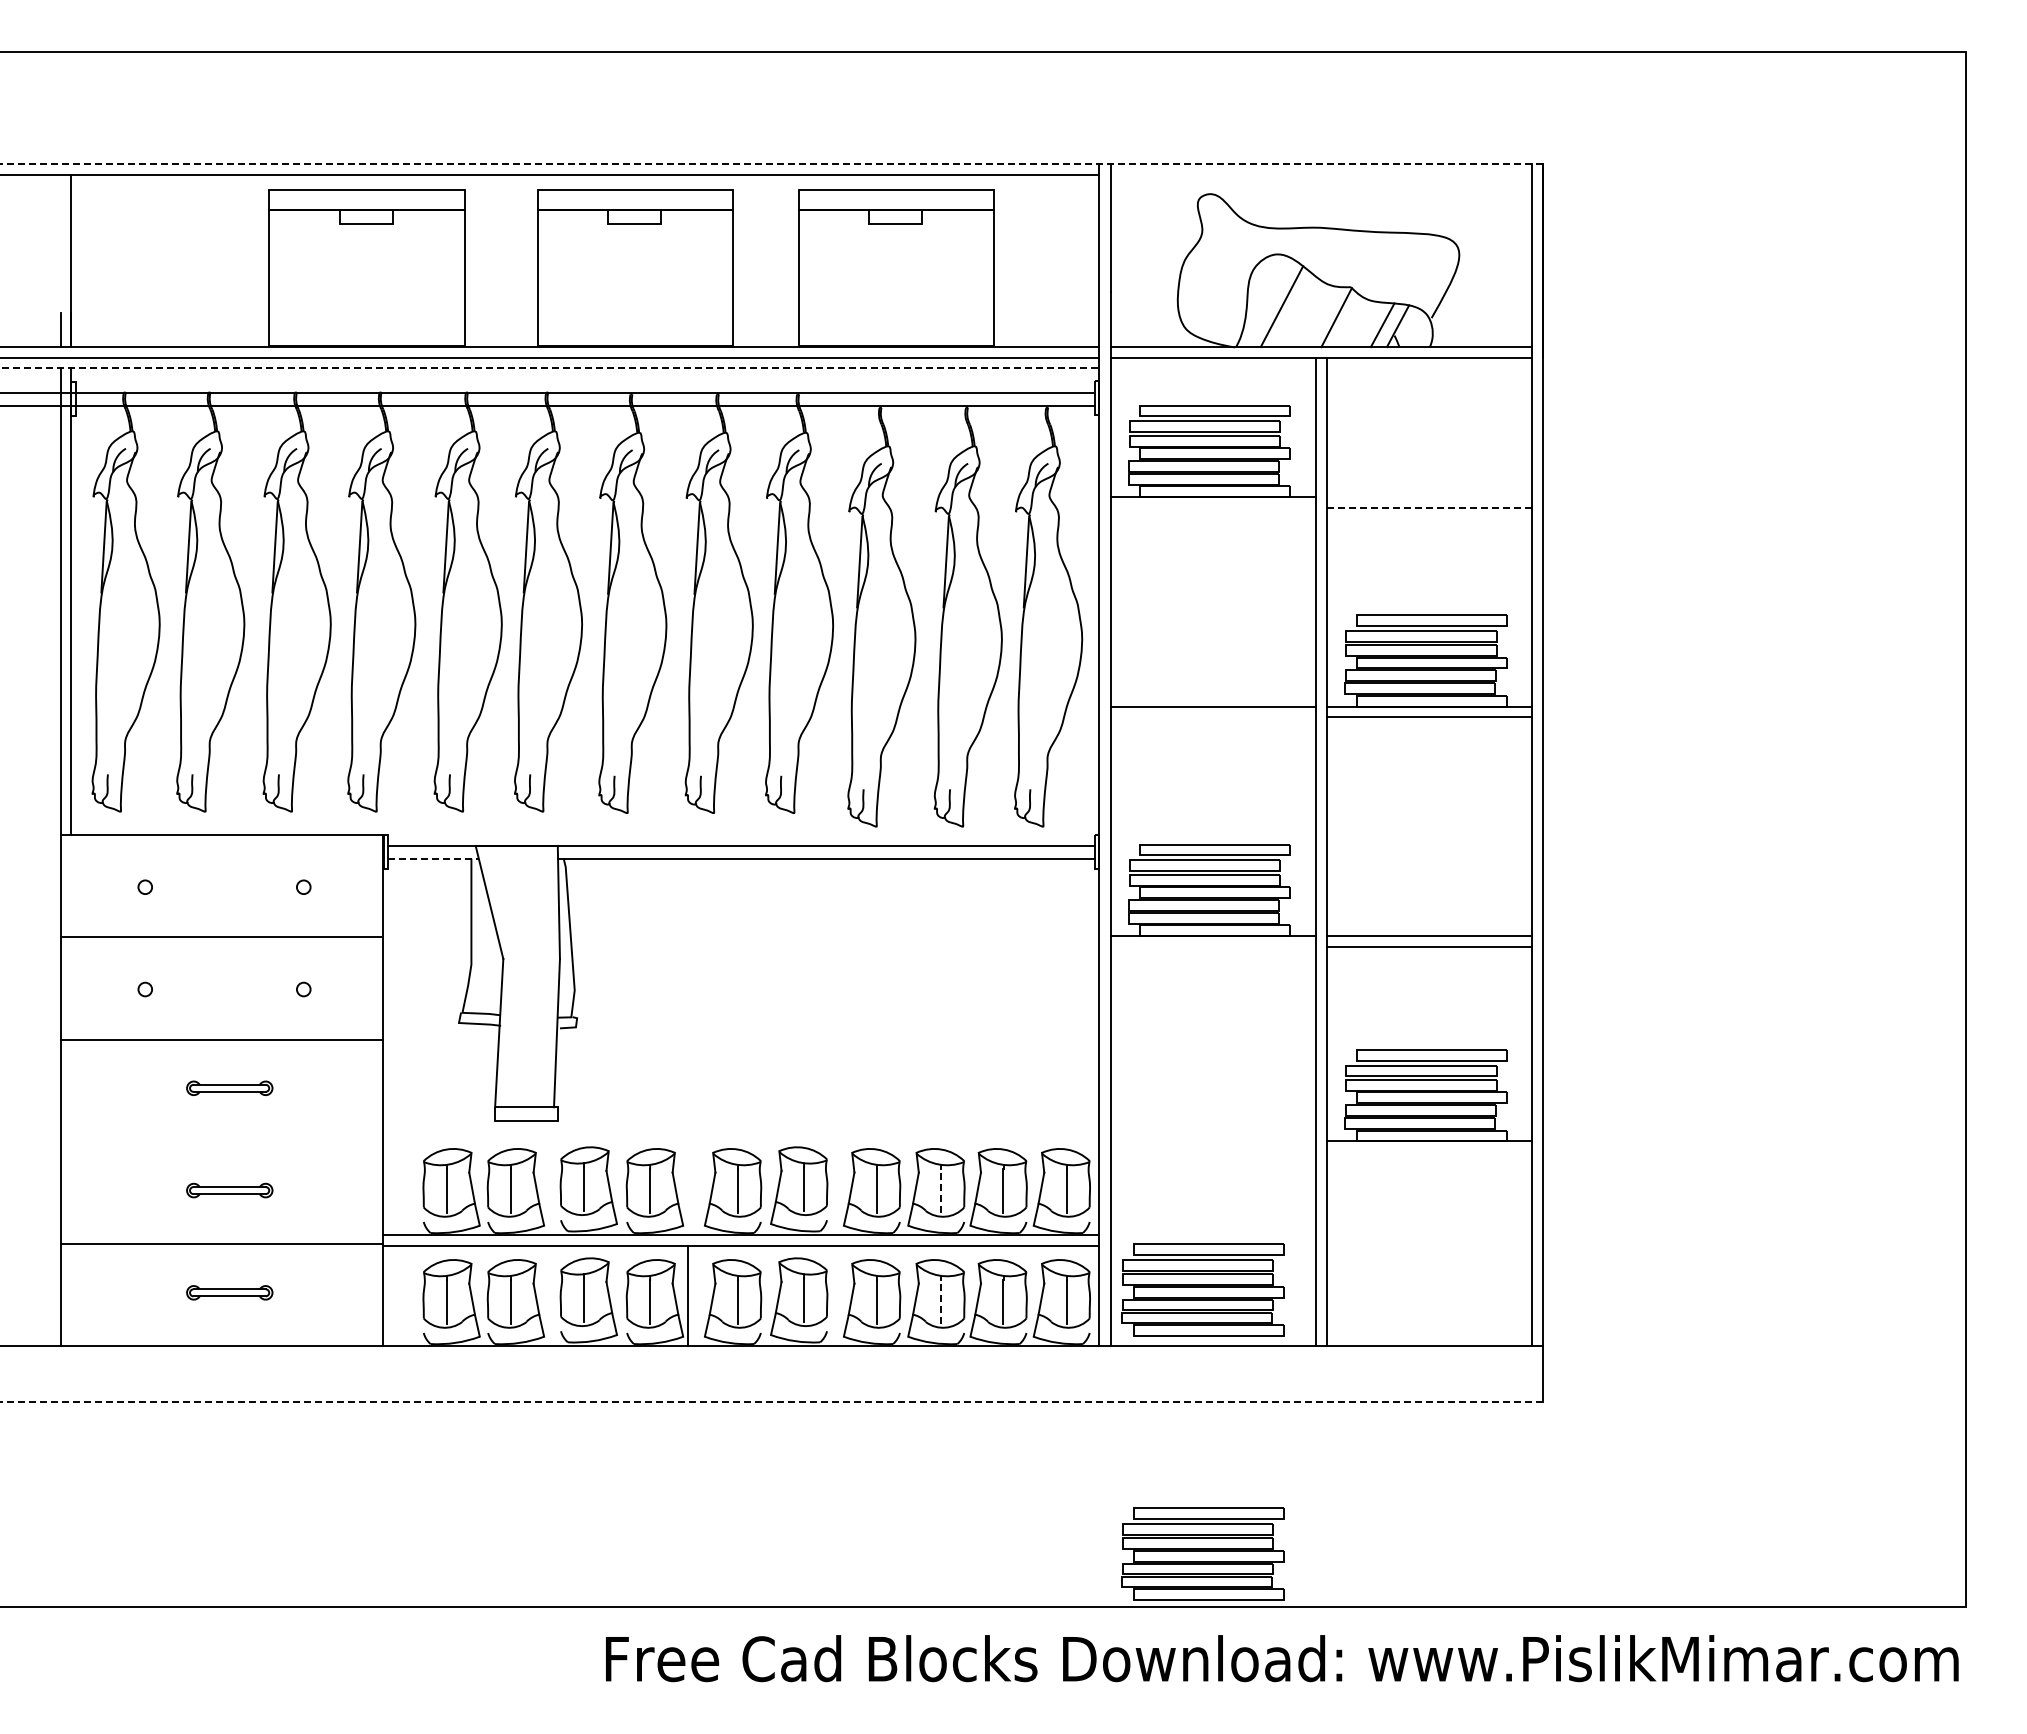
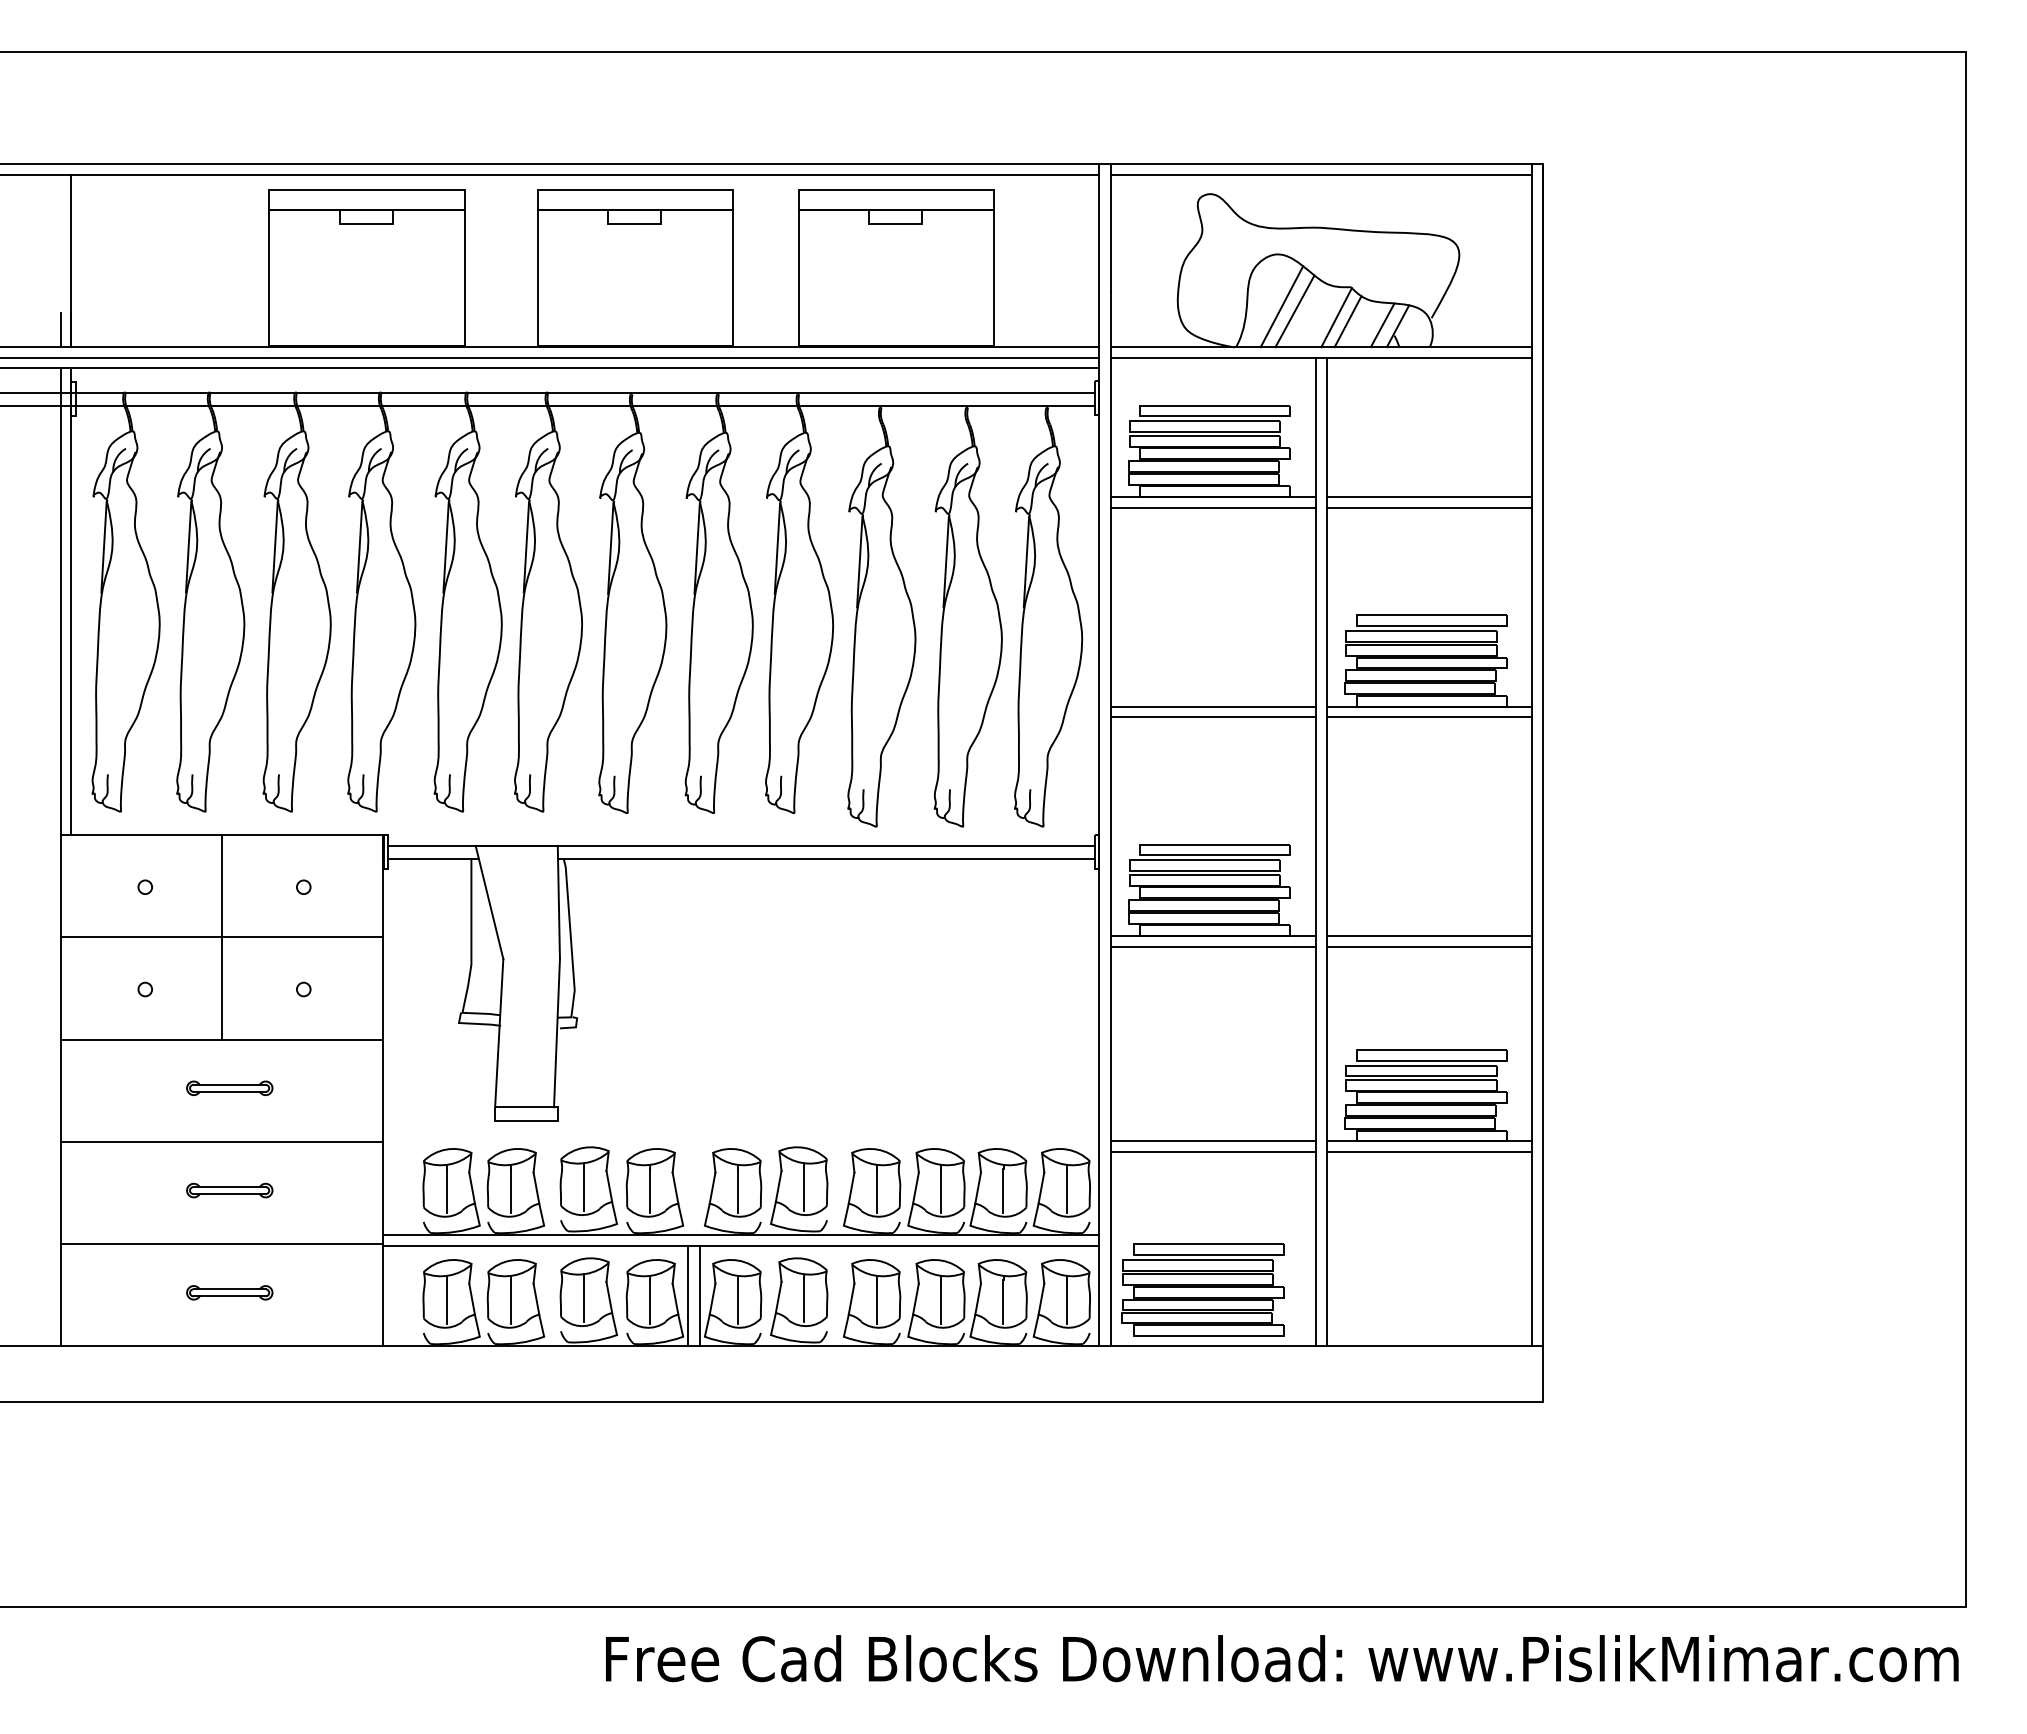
line at (771, 163): dashed -> solid
line at (1321, 175): none -> present
line at (1294, 311): none -> present
line at (1347, 321): none -> present
line at (550, 368): dashed -> solid
line at (1429, 497): none -> present
line at (1212, 507): none -> present
line at (1429, 507): dashed -> solid
line at (1212, 717): none -> present
line at (433, 858): dashed -> solid
line at (221, 937): none -> present
line at (1212, 946): none -> present
line at (1212, 1140): none -> present
line at (221, 1141): none -> present
line at (1212, 1152): none -> present
line at (1429, 1152): none -> present
line at (941, 1190): dashed -> solid
line at (699, 1296): none -> present
line at (941, 1301): dashed -> solid
line at (771, 1401): dashed -> solid
part at (1202, 1553): present -> none
